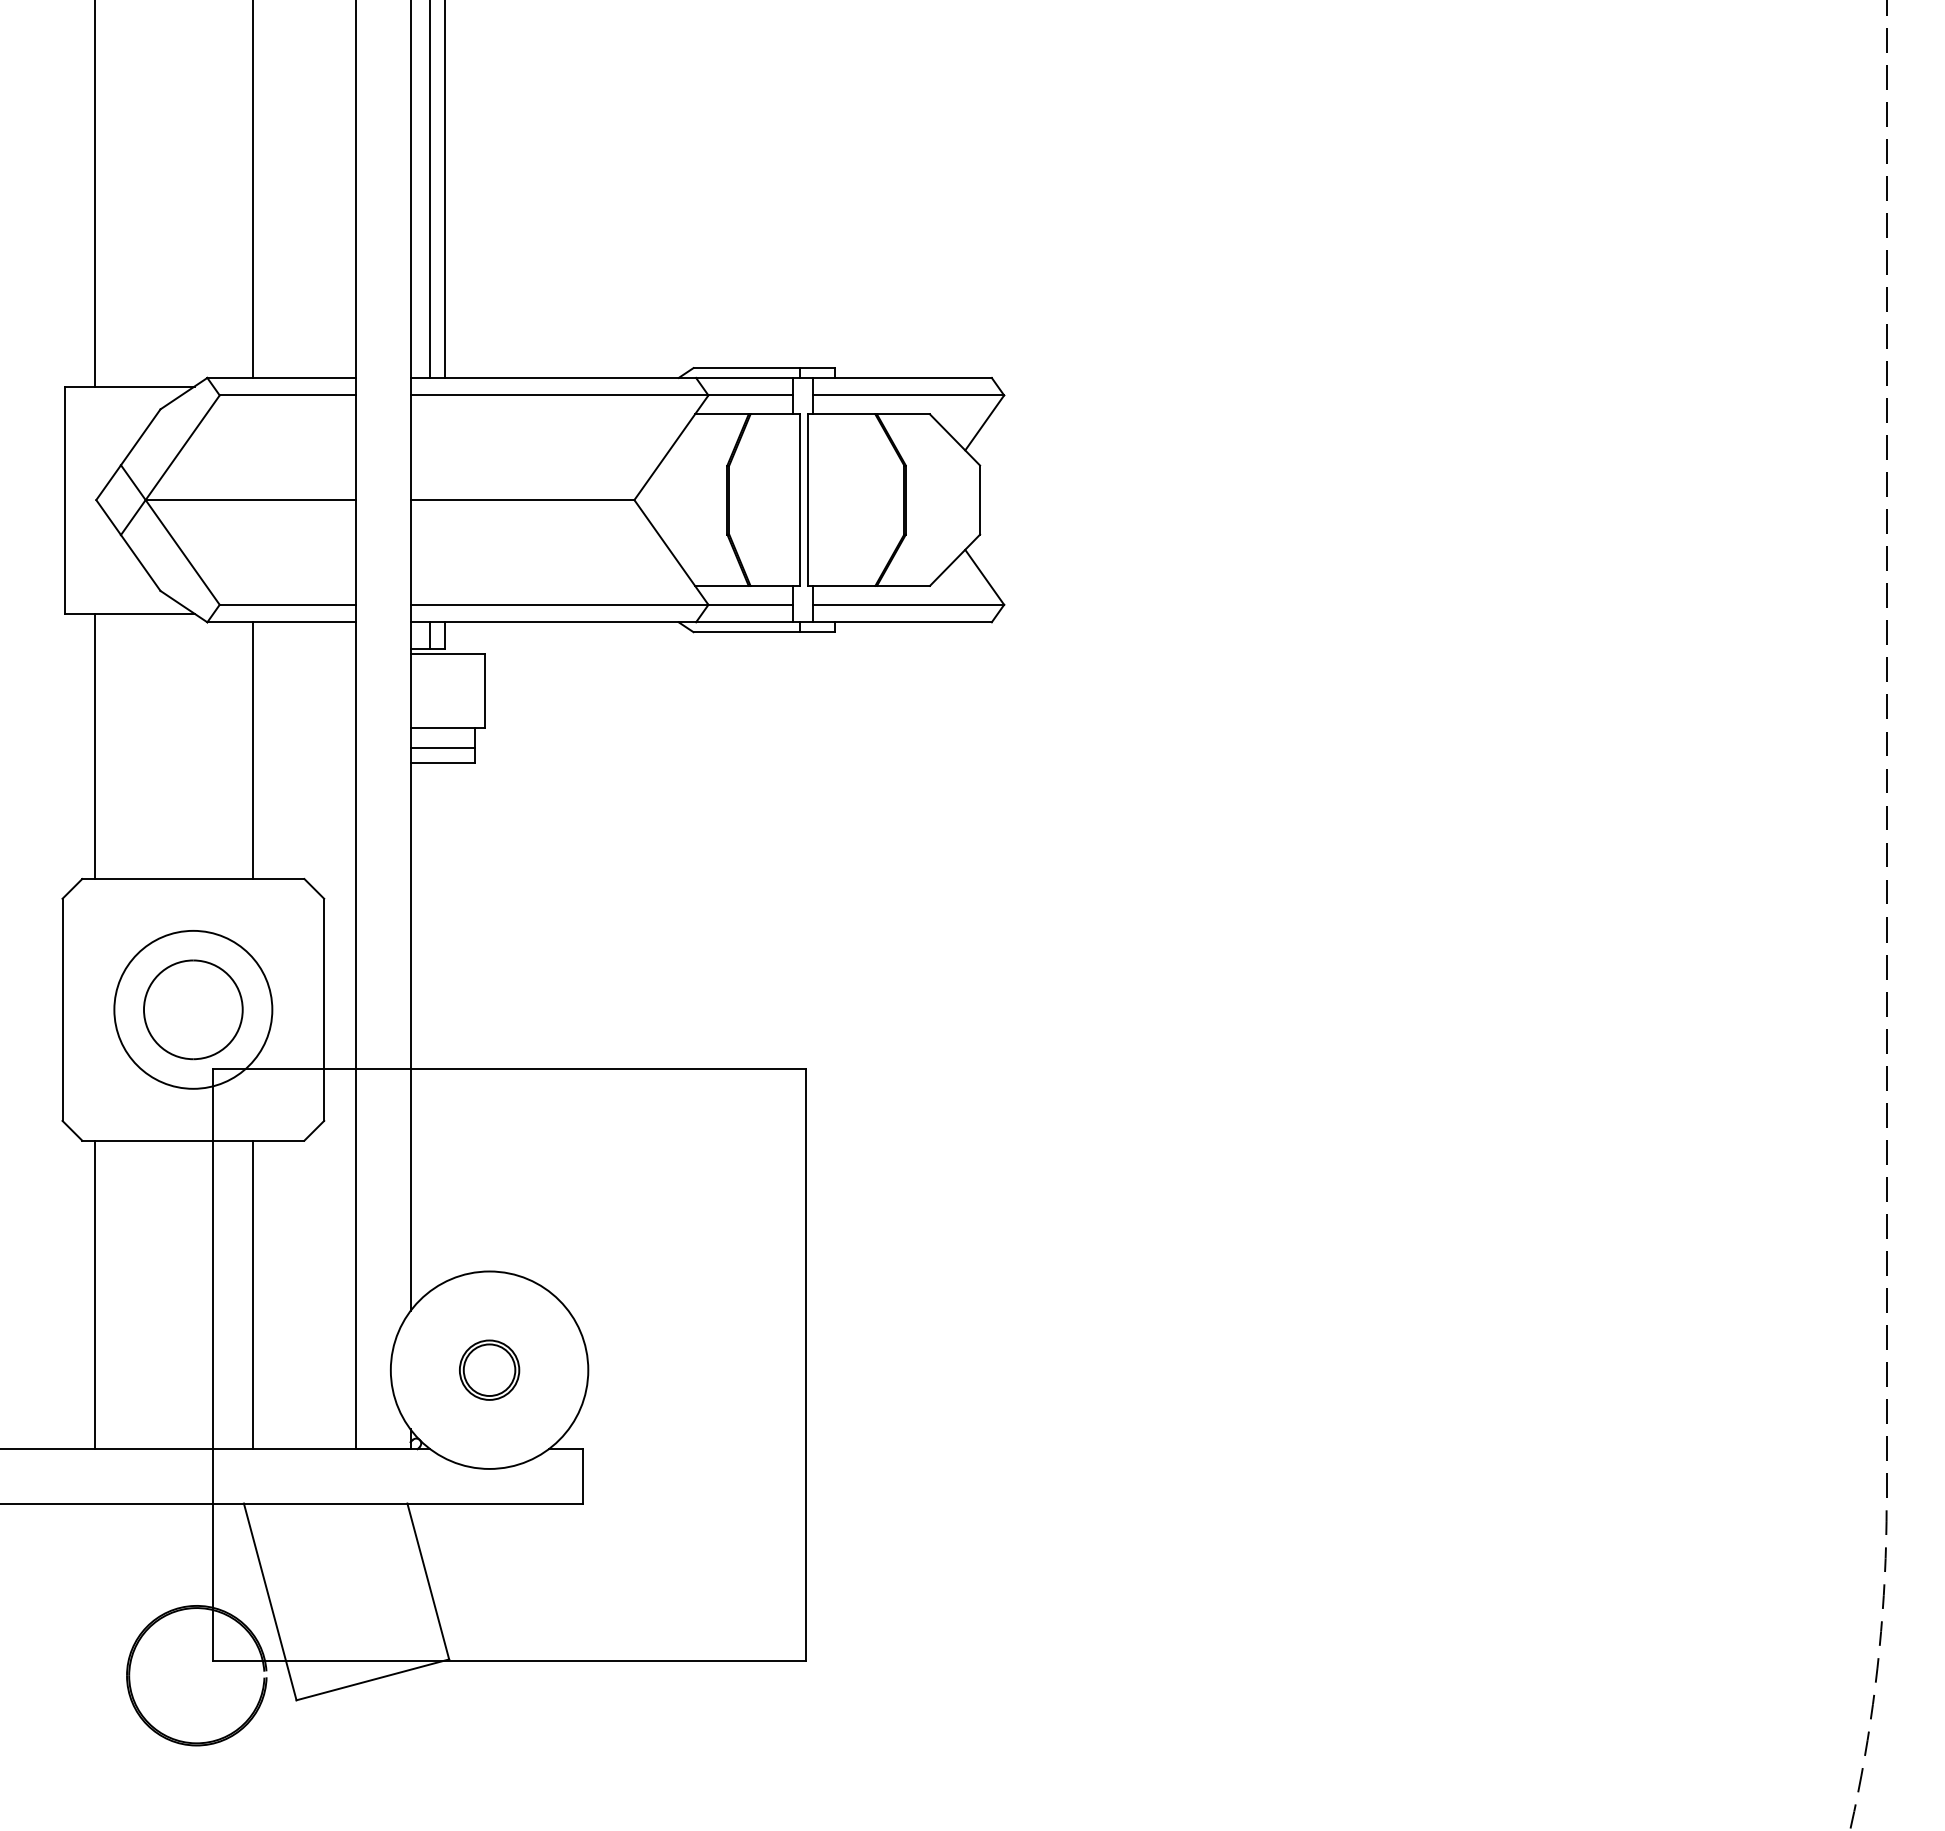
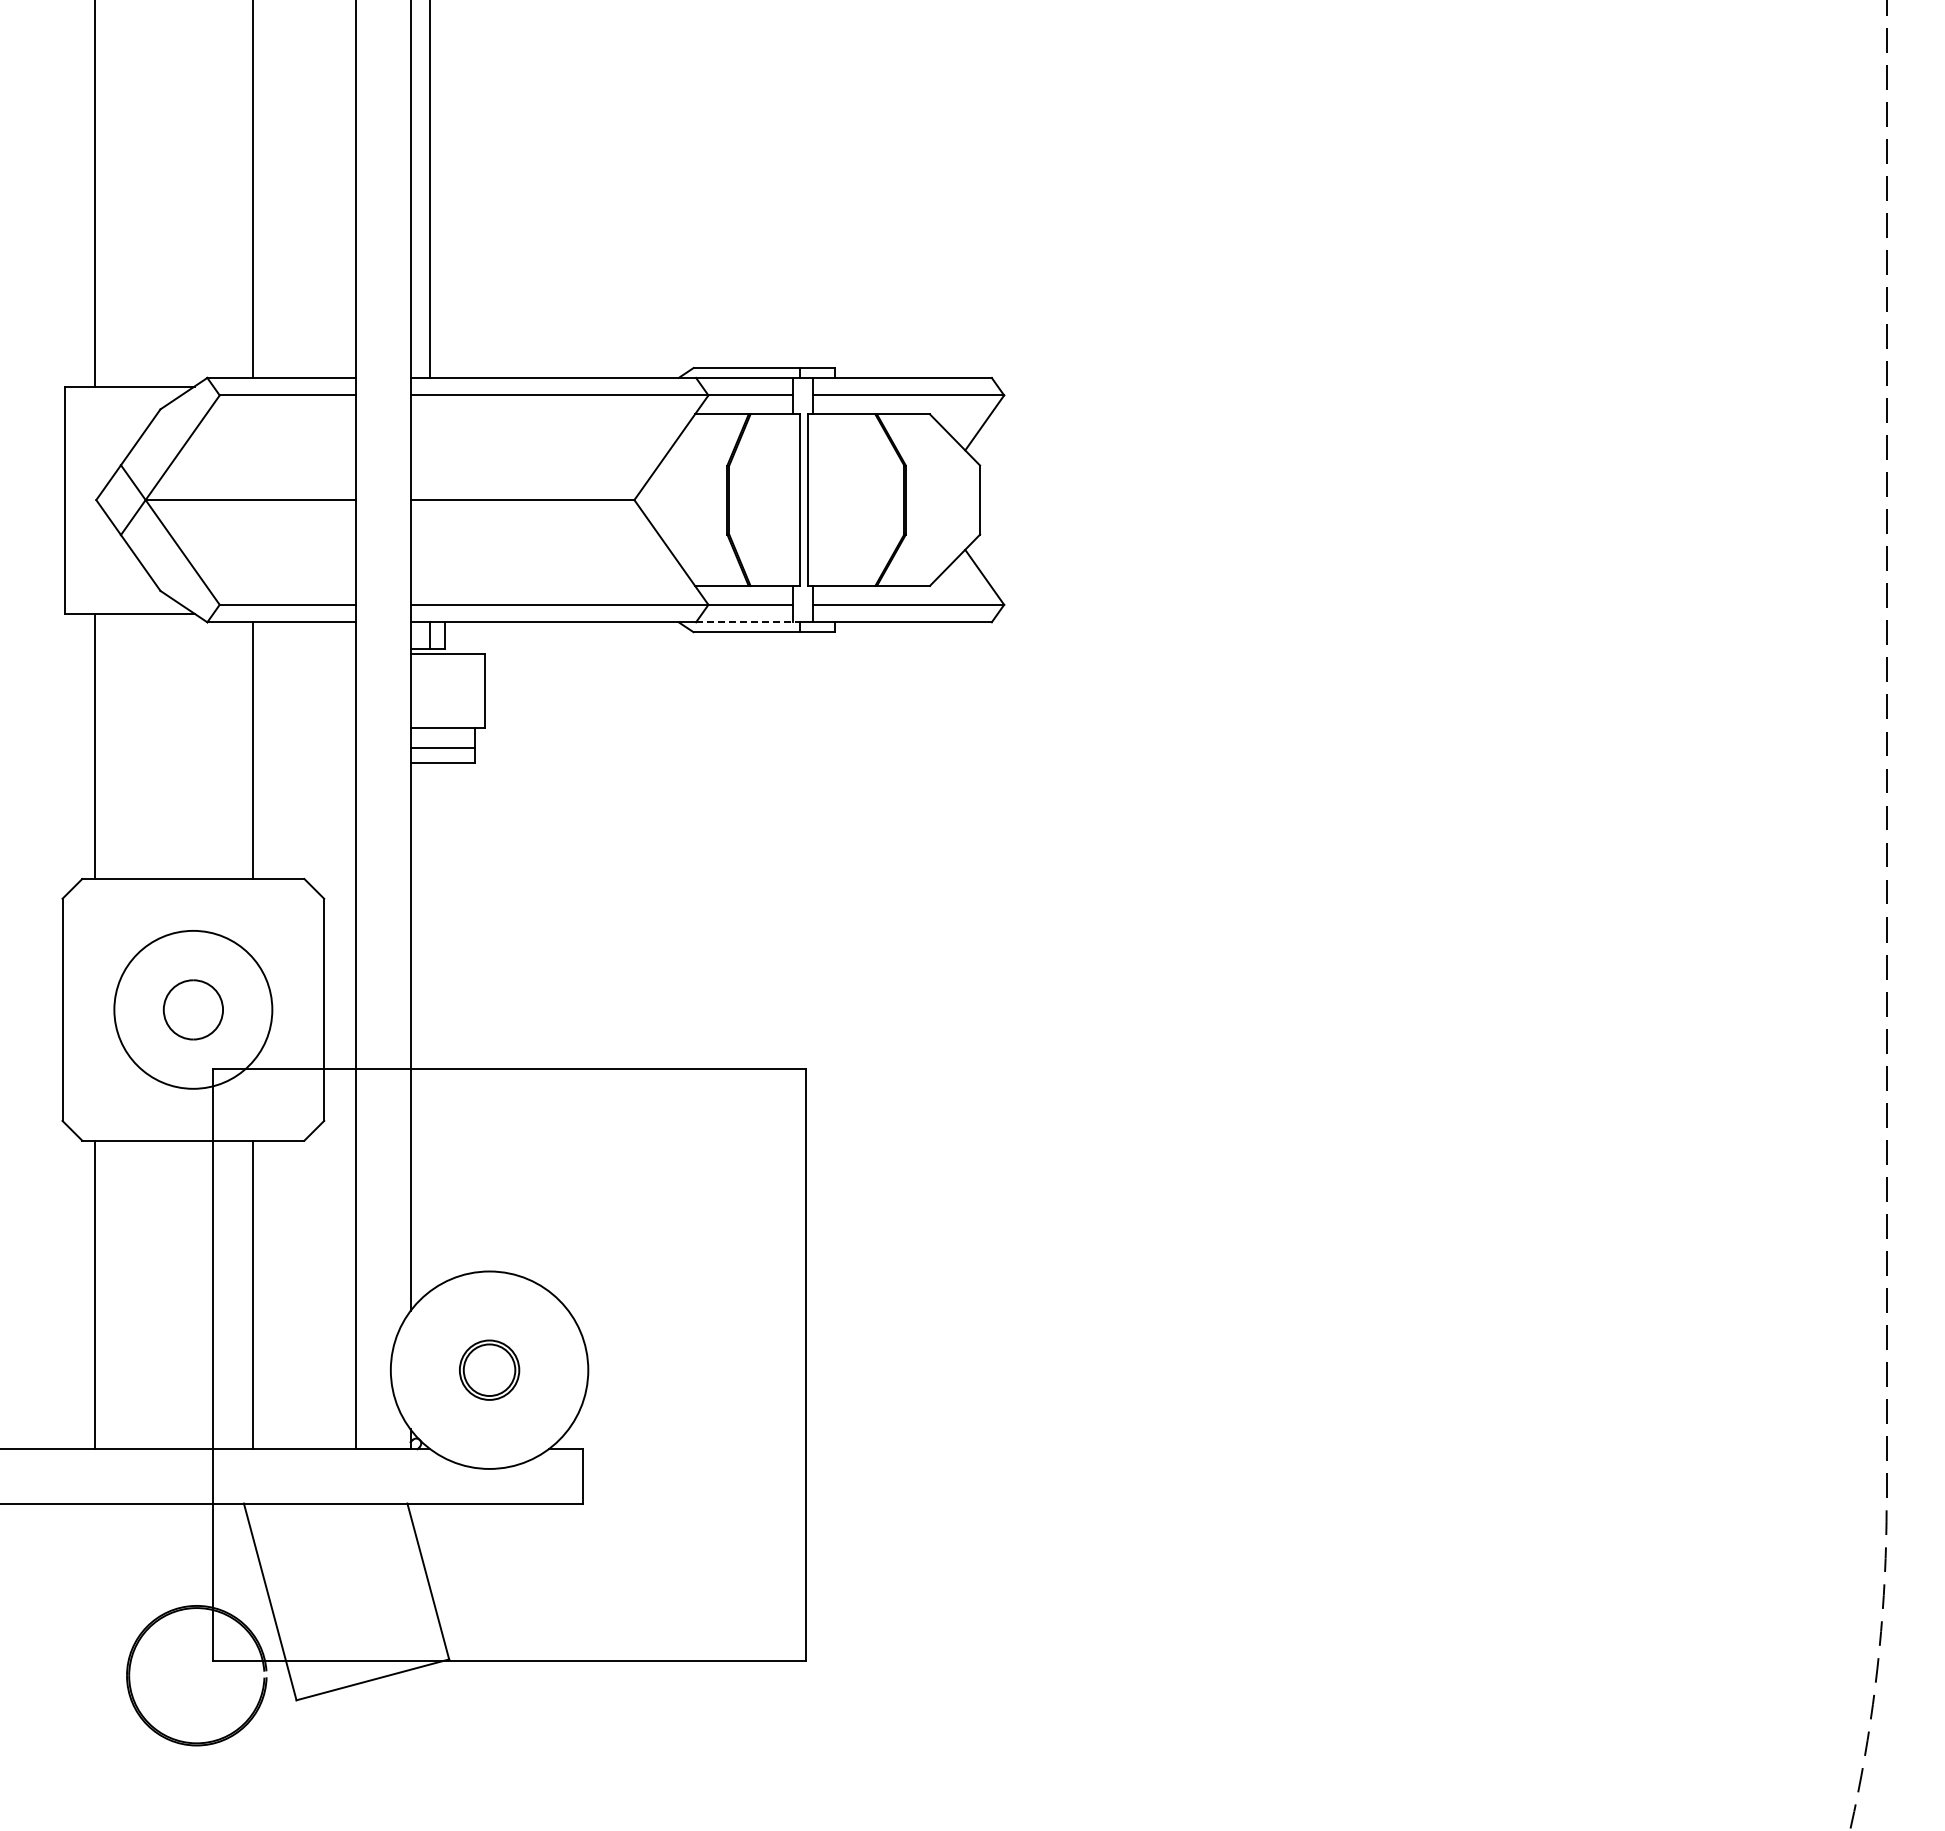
line at (445, 189): present -> none
line at (747, 622): solid -> dashed
part at (193, 1009) size: 101x102 px -> 62x62 px
